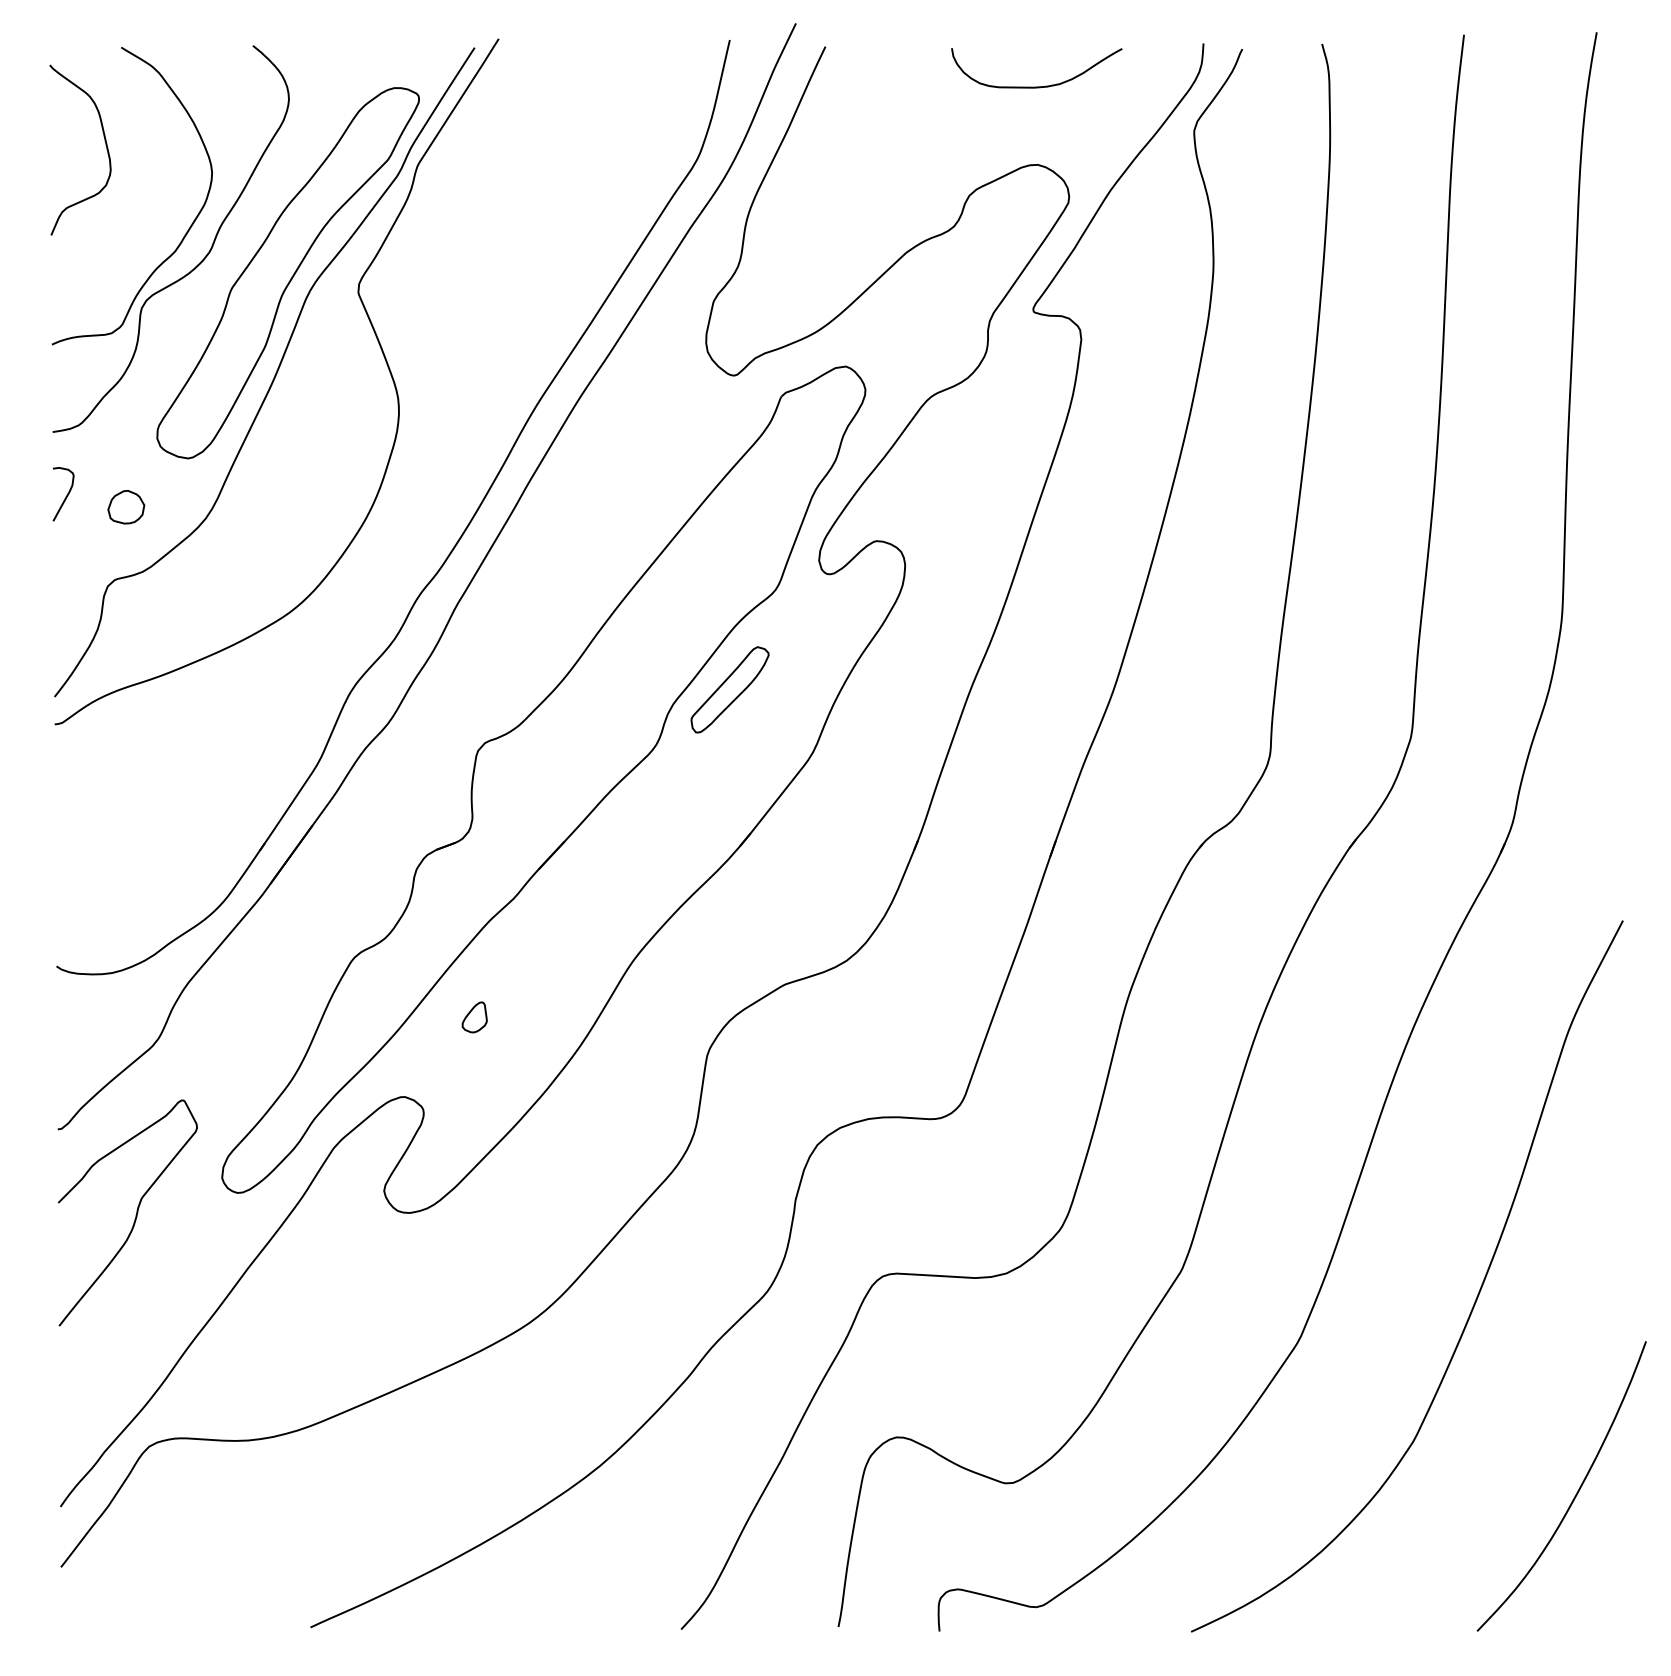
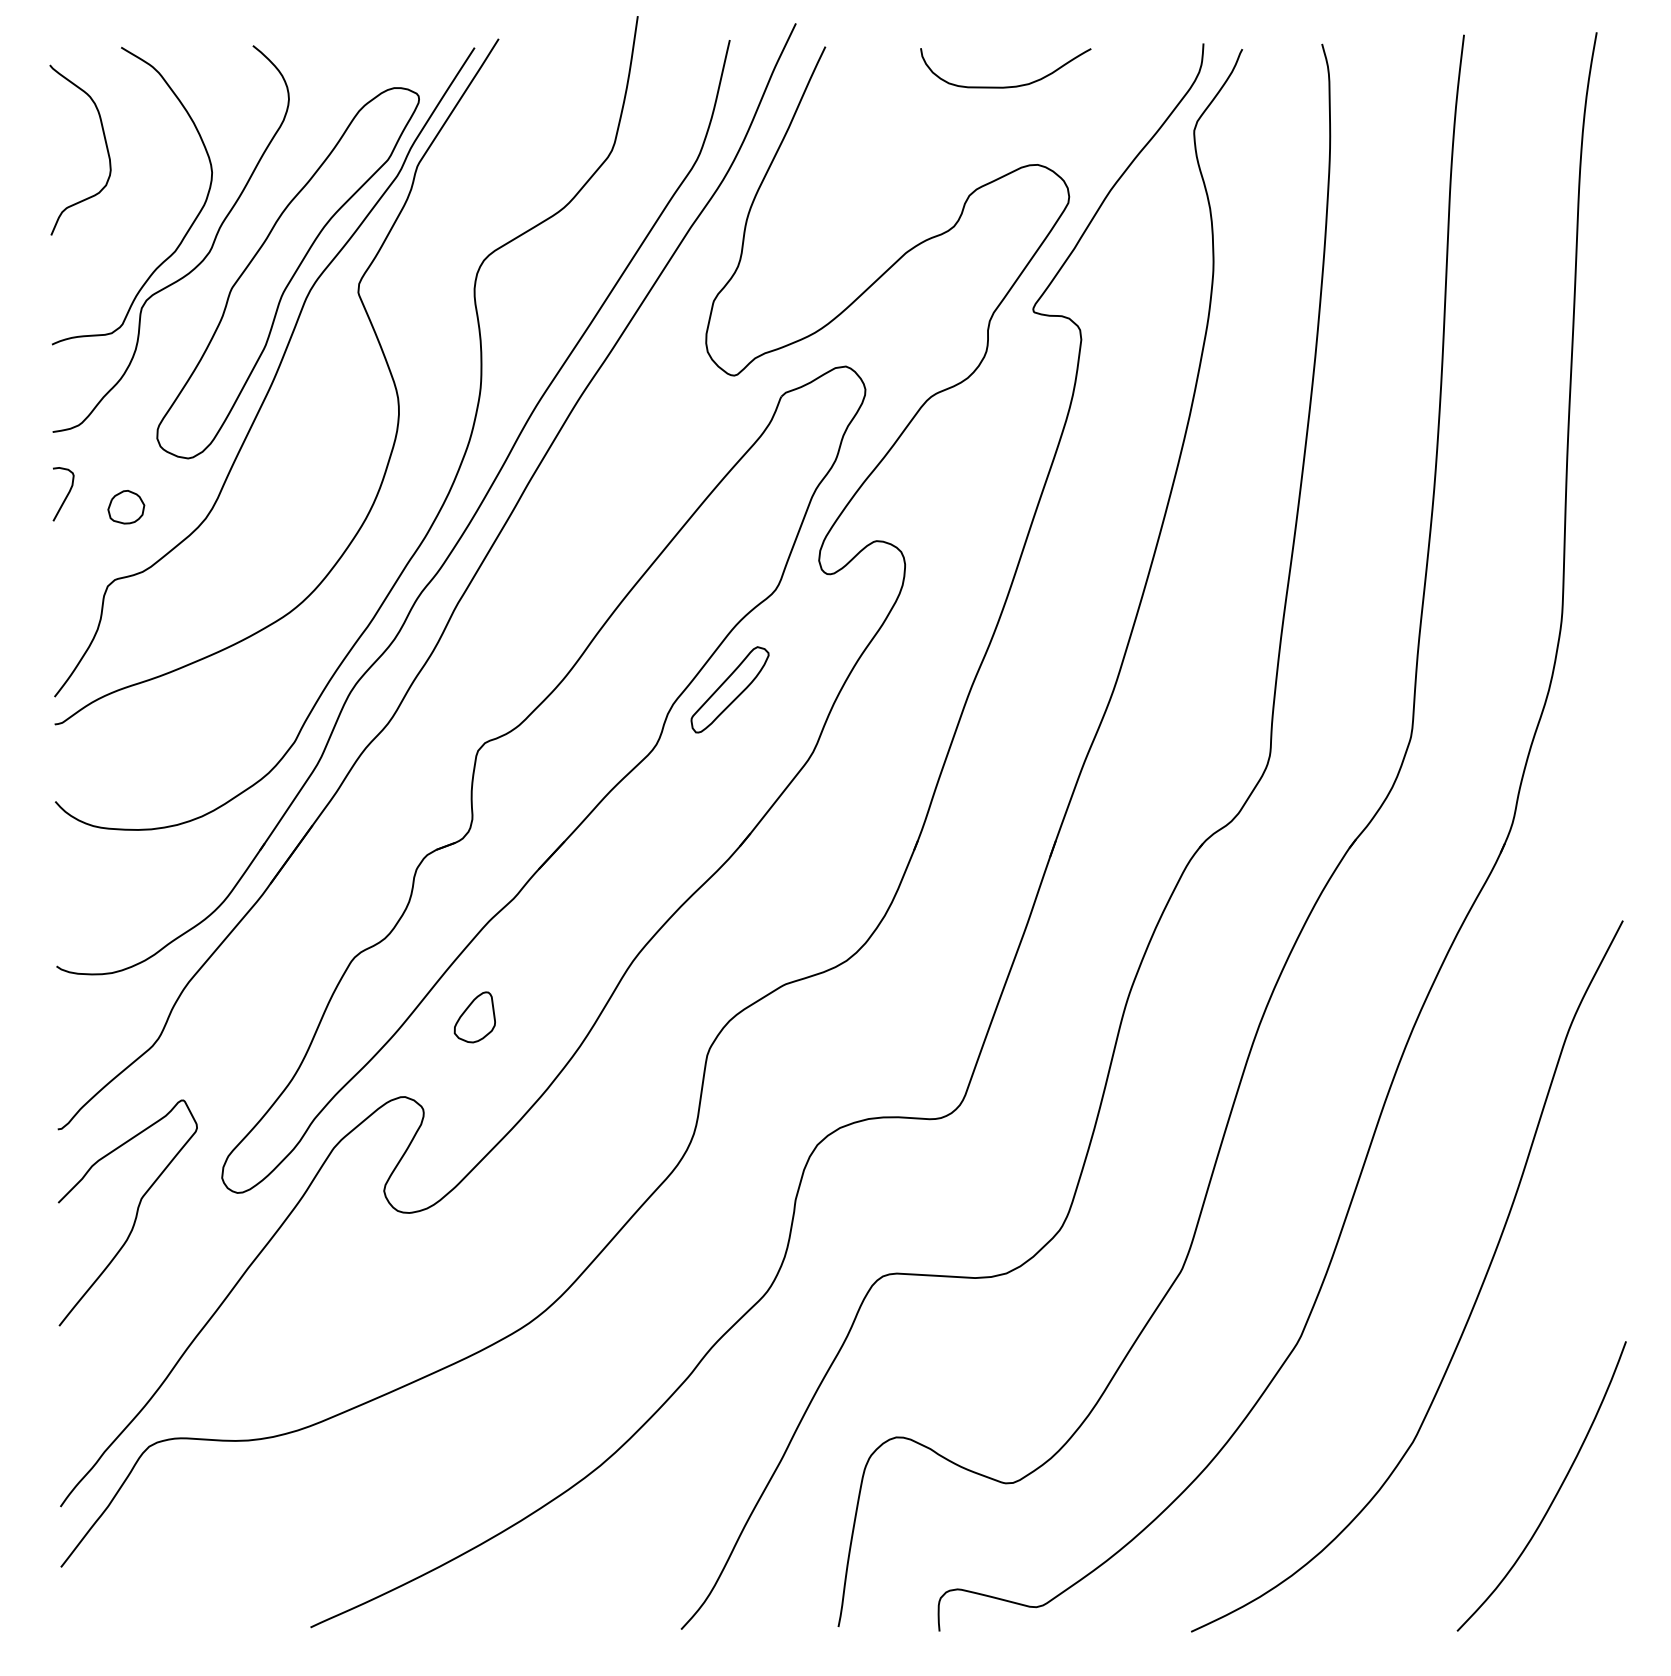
curve at (1036, 86) position: (1036, 86) -> (1005, 86)
curve at (459, 464): none -> present
part at (474, 1017) size: 27x33 px -> 43x53 px
curve at (1575, 1494) position: (1575, 1494) -> (1555, 1494)
